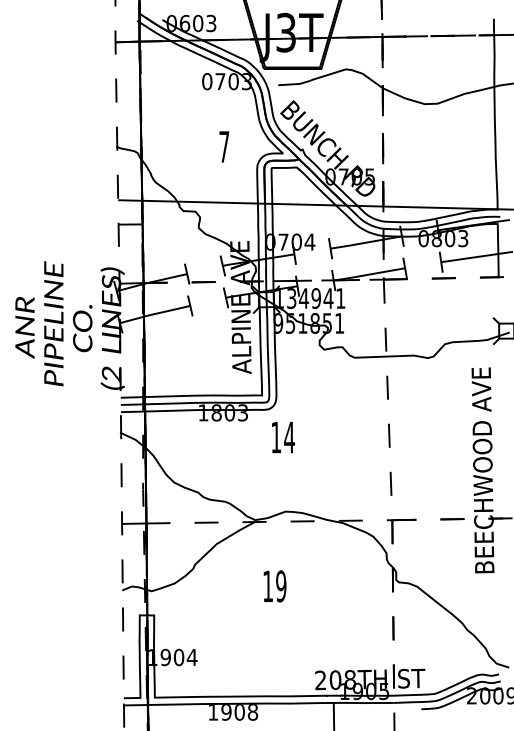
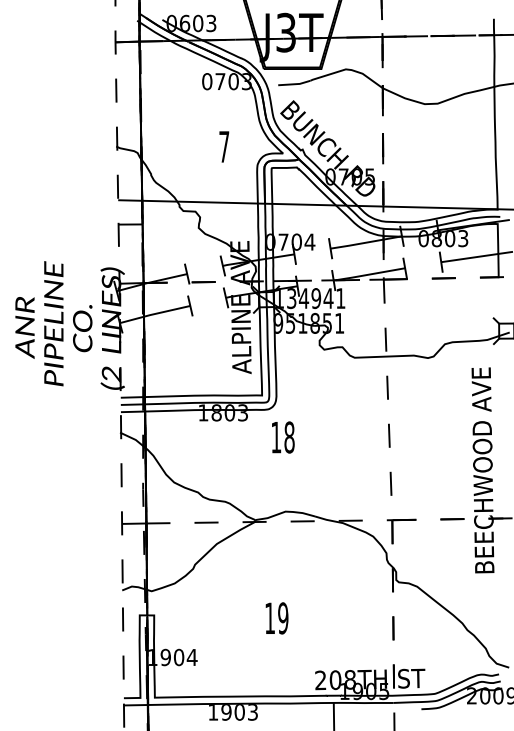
text at (289, 437): 14 -> 18
text at (274, 586) position: (274, 586) -> (276, 618)
text at (252, 712): 1908 -> 1903
